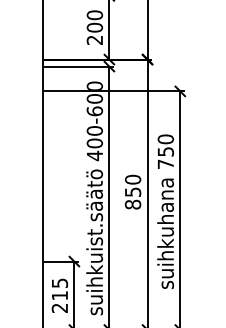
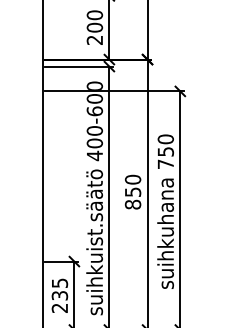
text at (59, 295): 215 -> 235
